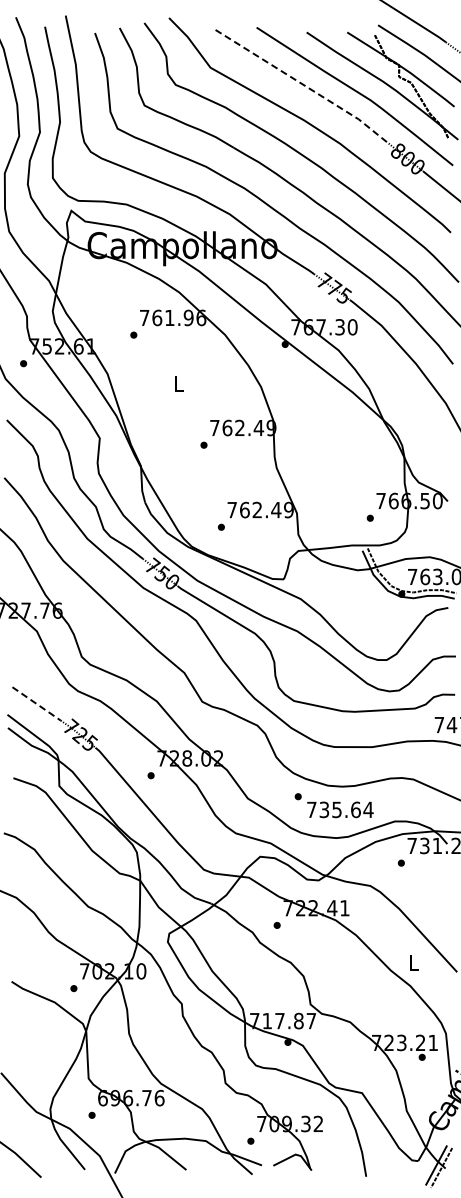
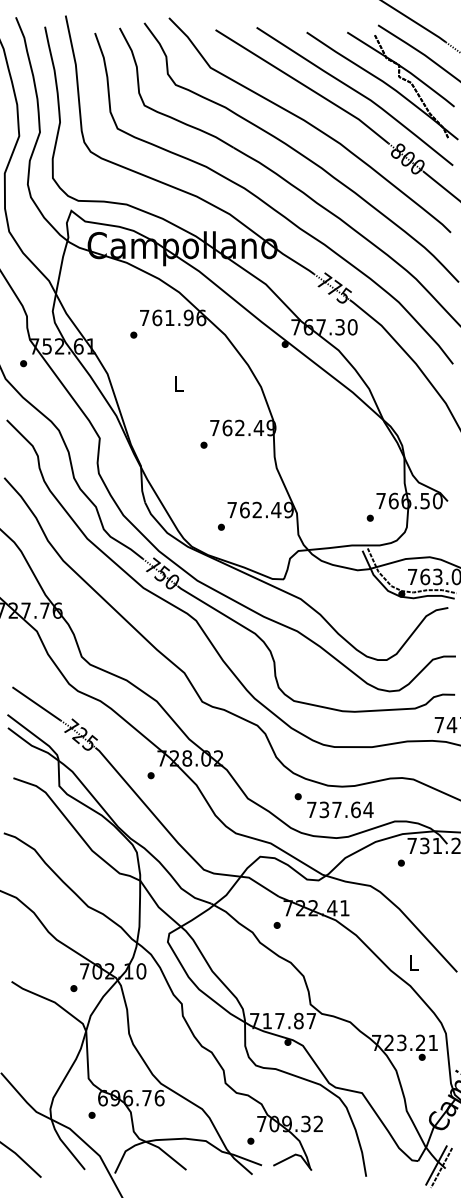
line at (304, 85): dashed -> solid
line at (37, 704): dashed -> solid
text at (336, 810): 735.64 -> 737.64
